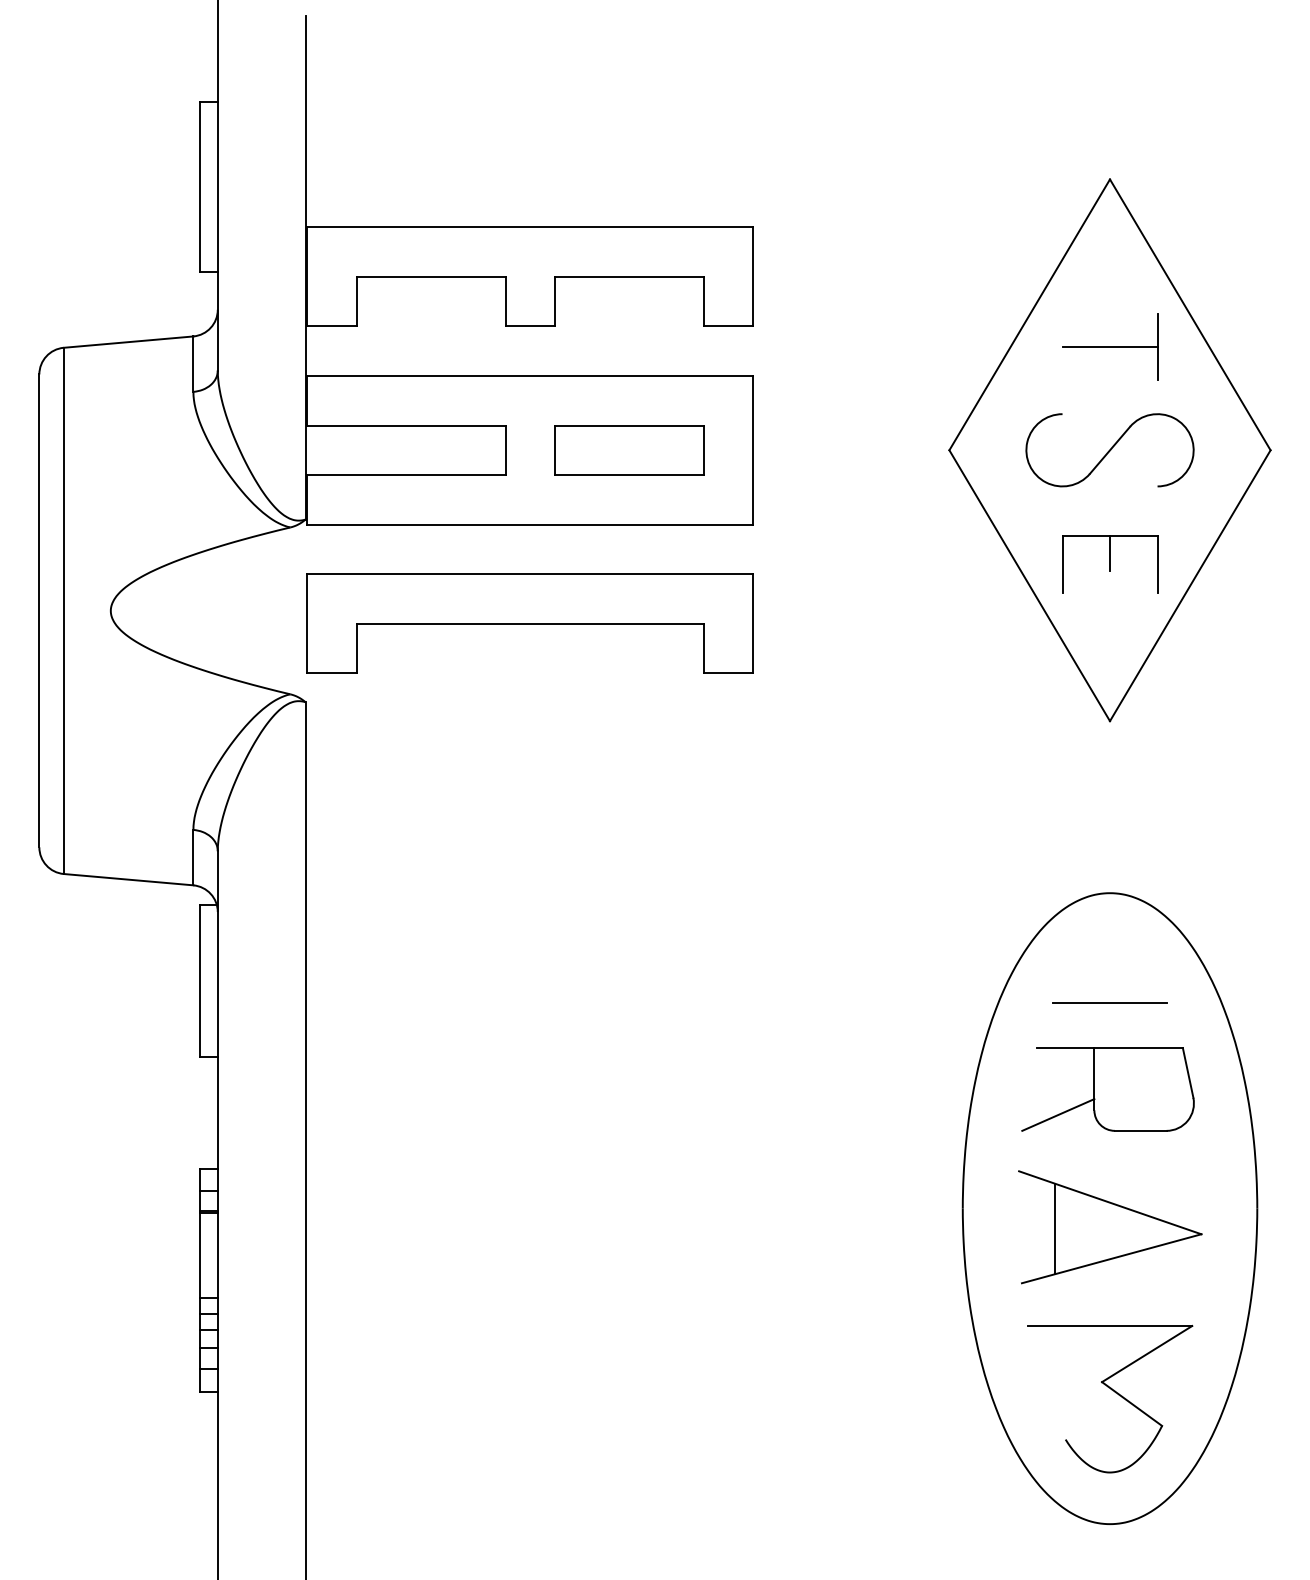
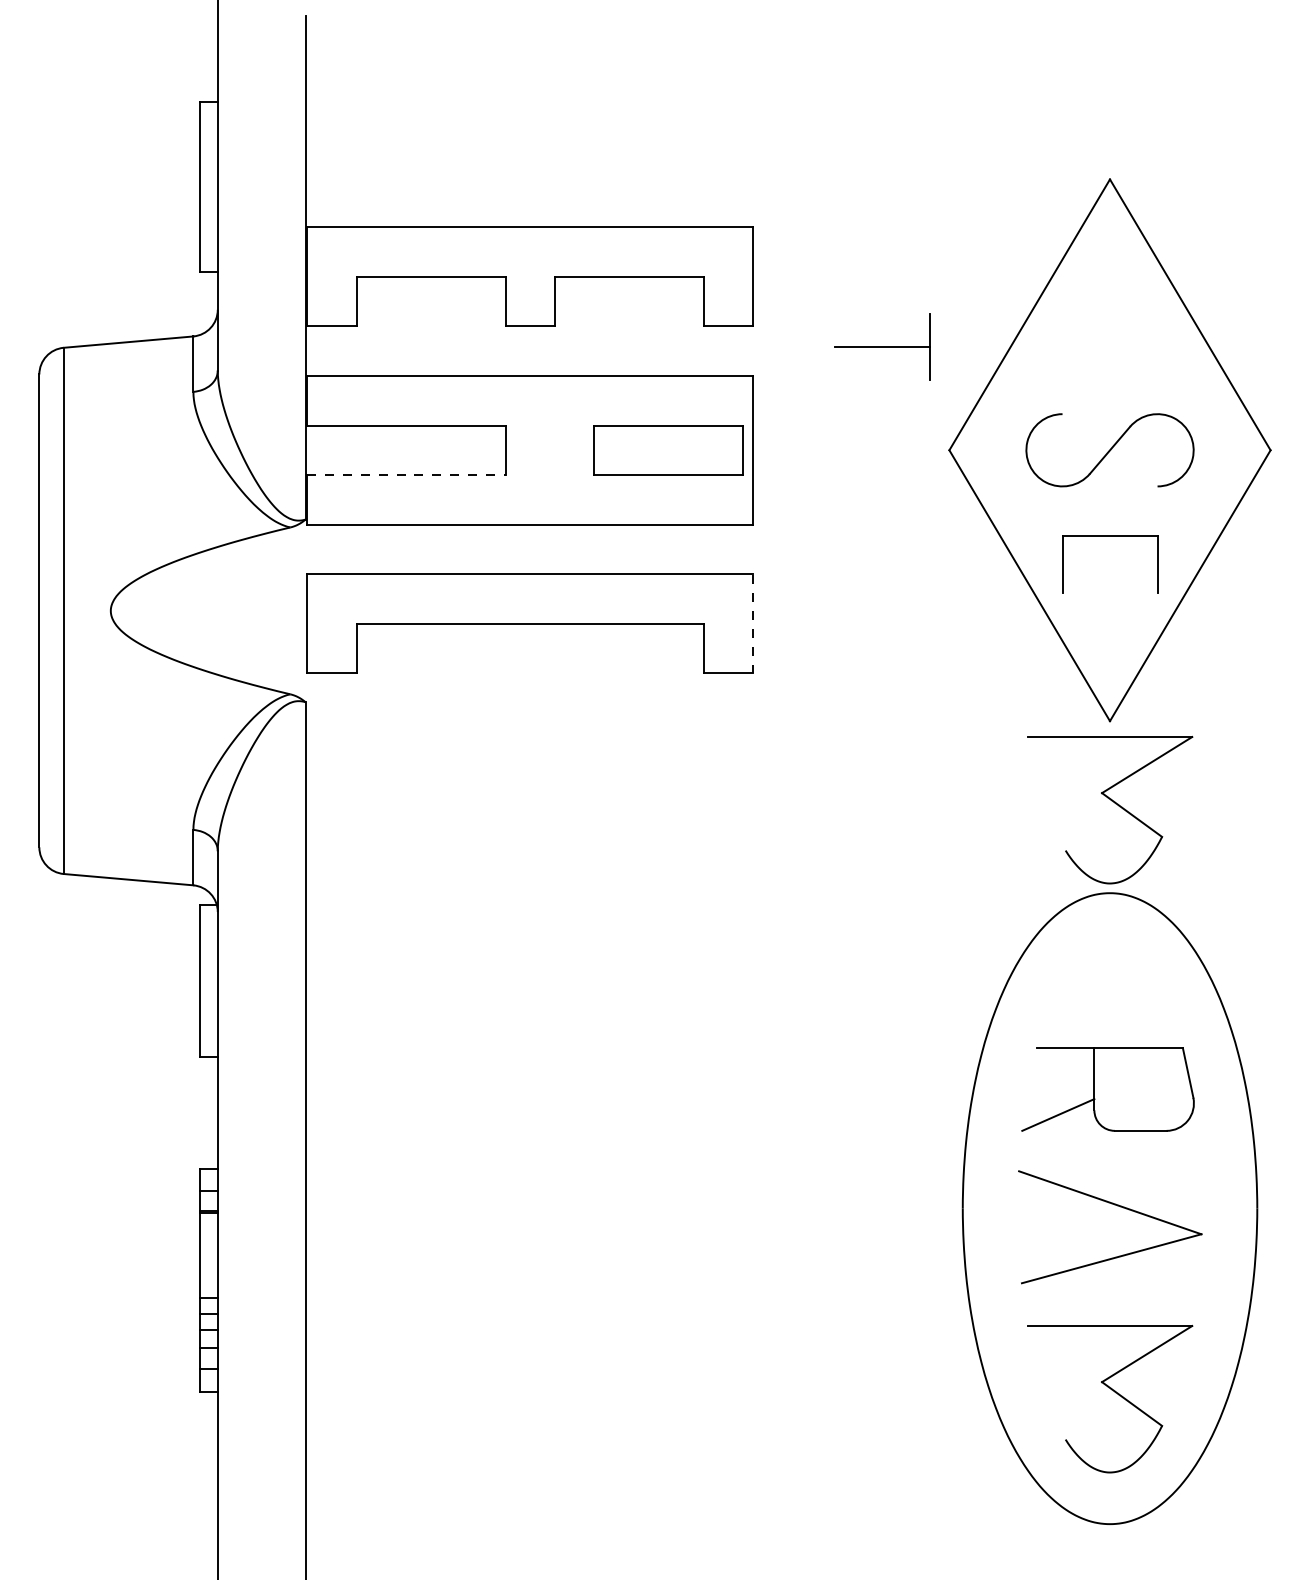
part at (1110, 346) position: (1110, 346) -> (882, 346)
part at (629, 450) position: (629, 450) -> (668, 450)
line at (407, 475): solid -> dashed
line at (1109, 553): present -> none
line at (753, 623): solid -> dashed
part at (1115, 804): none -> present
line at (1109, 1002): present -> none
line at (1055, 1228): present -> none
